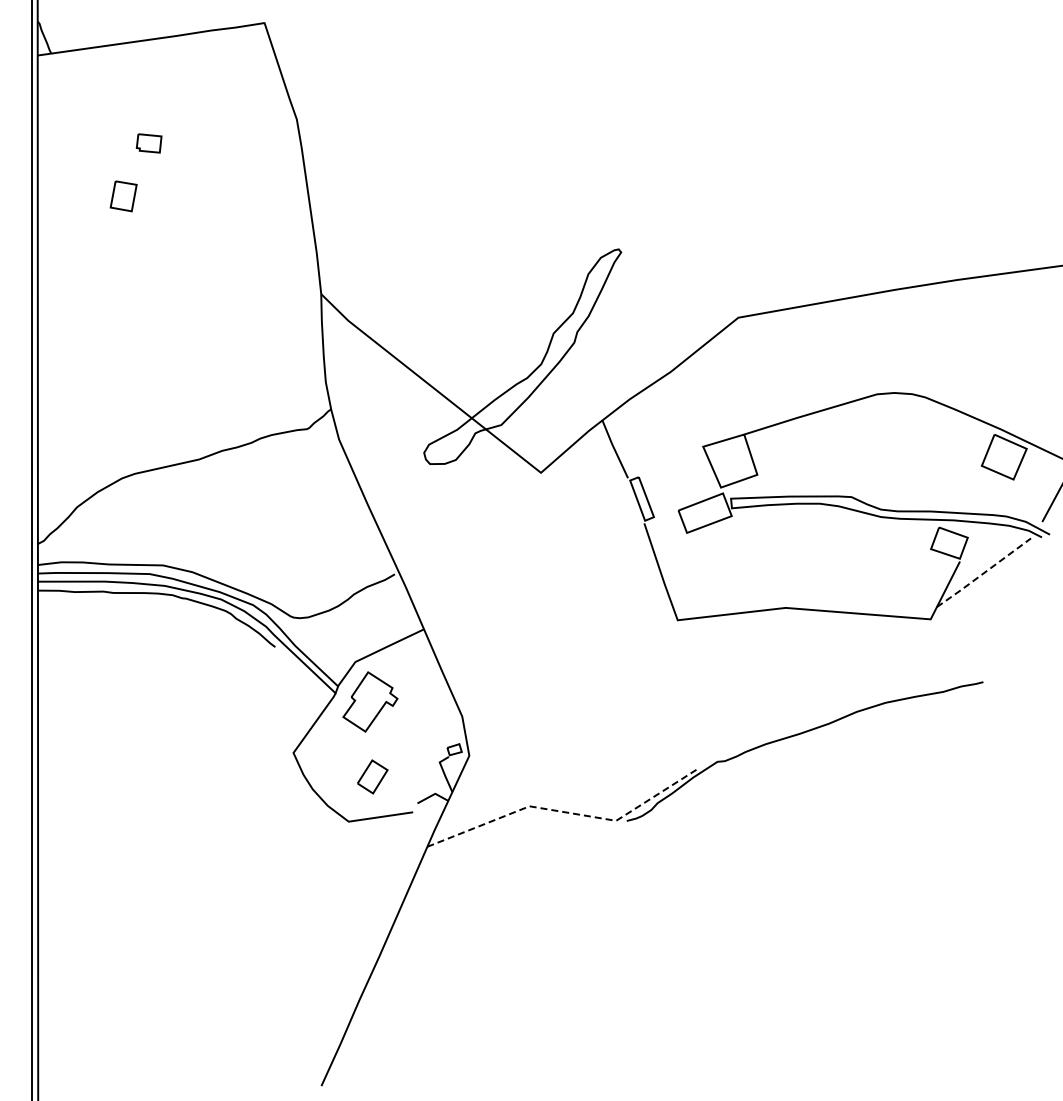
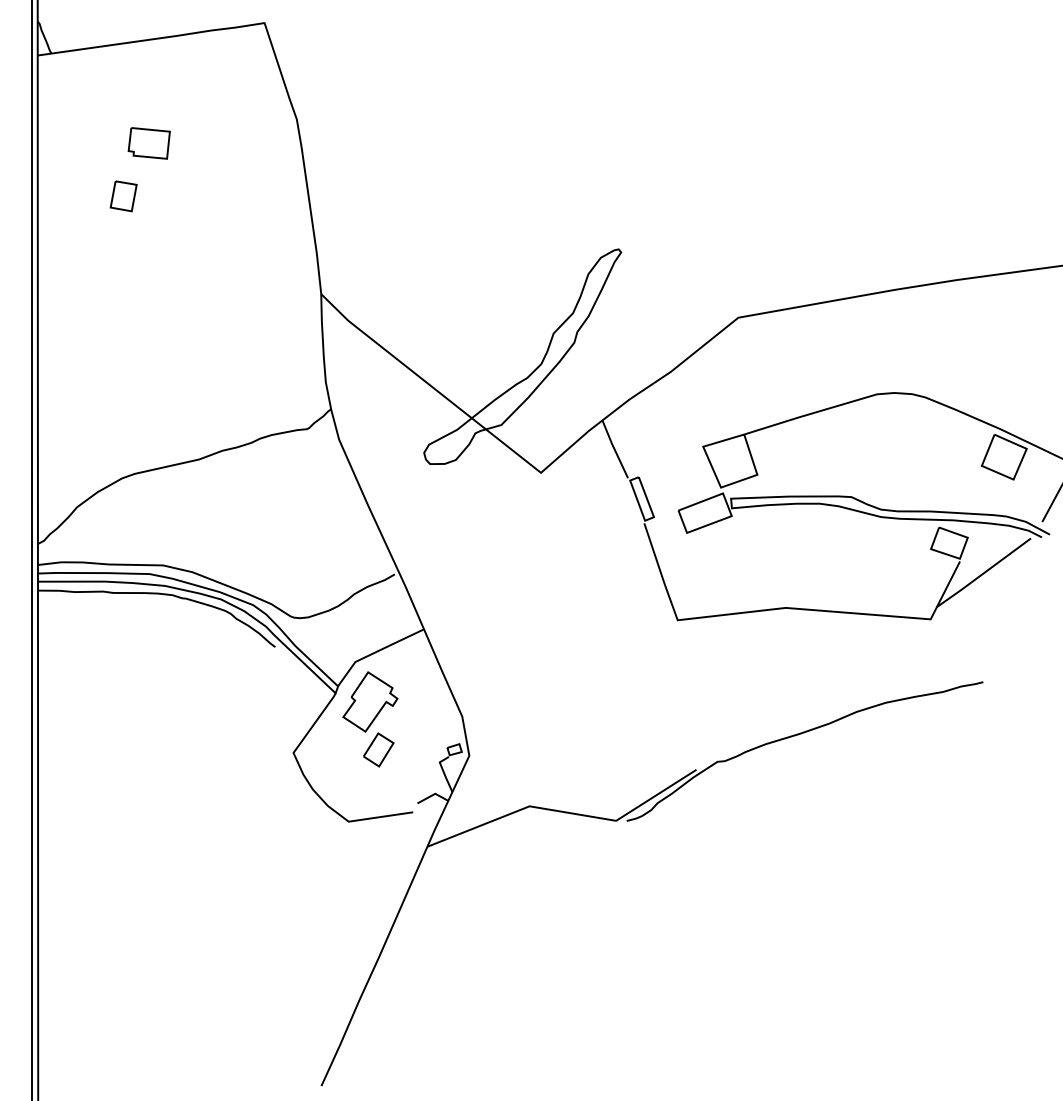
part at (148, 143) size: 28x21 px -> 44x33 px
line at (983, 573): dashed -> solid
part at (372, 776) position: (372, 776) -> (378, 749)
line at (566, 812): dashed -> solid
